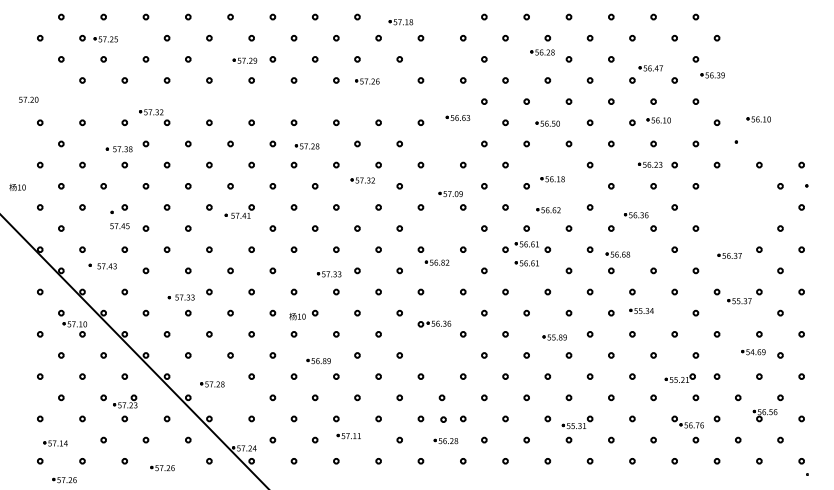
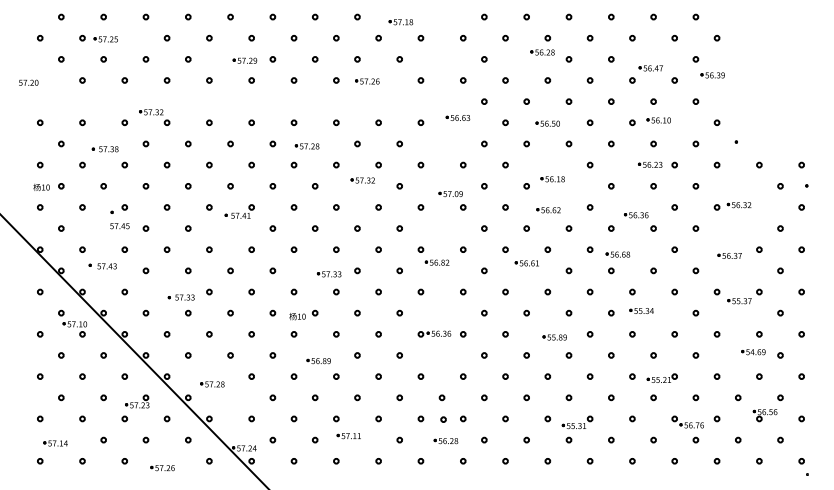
text at (28, 99) position: (28, 99) -> (28, 82)
part at (758, 119): present -> none
part at (118, 149) position: (118, 149) -> (104, 149)
text at (17, 186) position: (17, 186) -> (41, 186)
part at (732, 206): none -> present
part at (526, 244): present -> none
part at (434, 323) position: (434, 323) -> (434, 333)
part at (679, 377) position: (679, 377) -> (661, 377)
part at (125, 401) position: (125, 401) -> (137, 401)
part at (64, 480): present -> none
